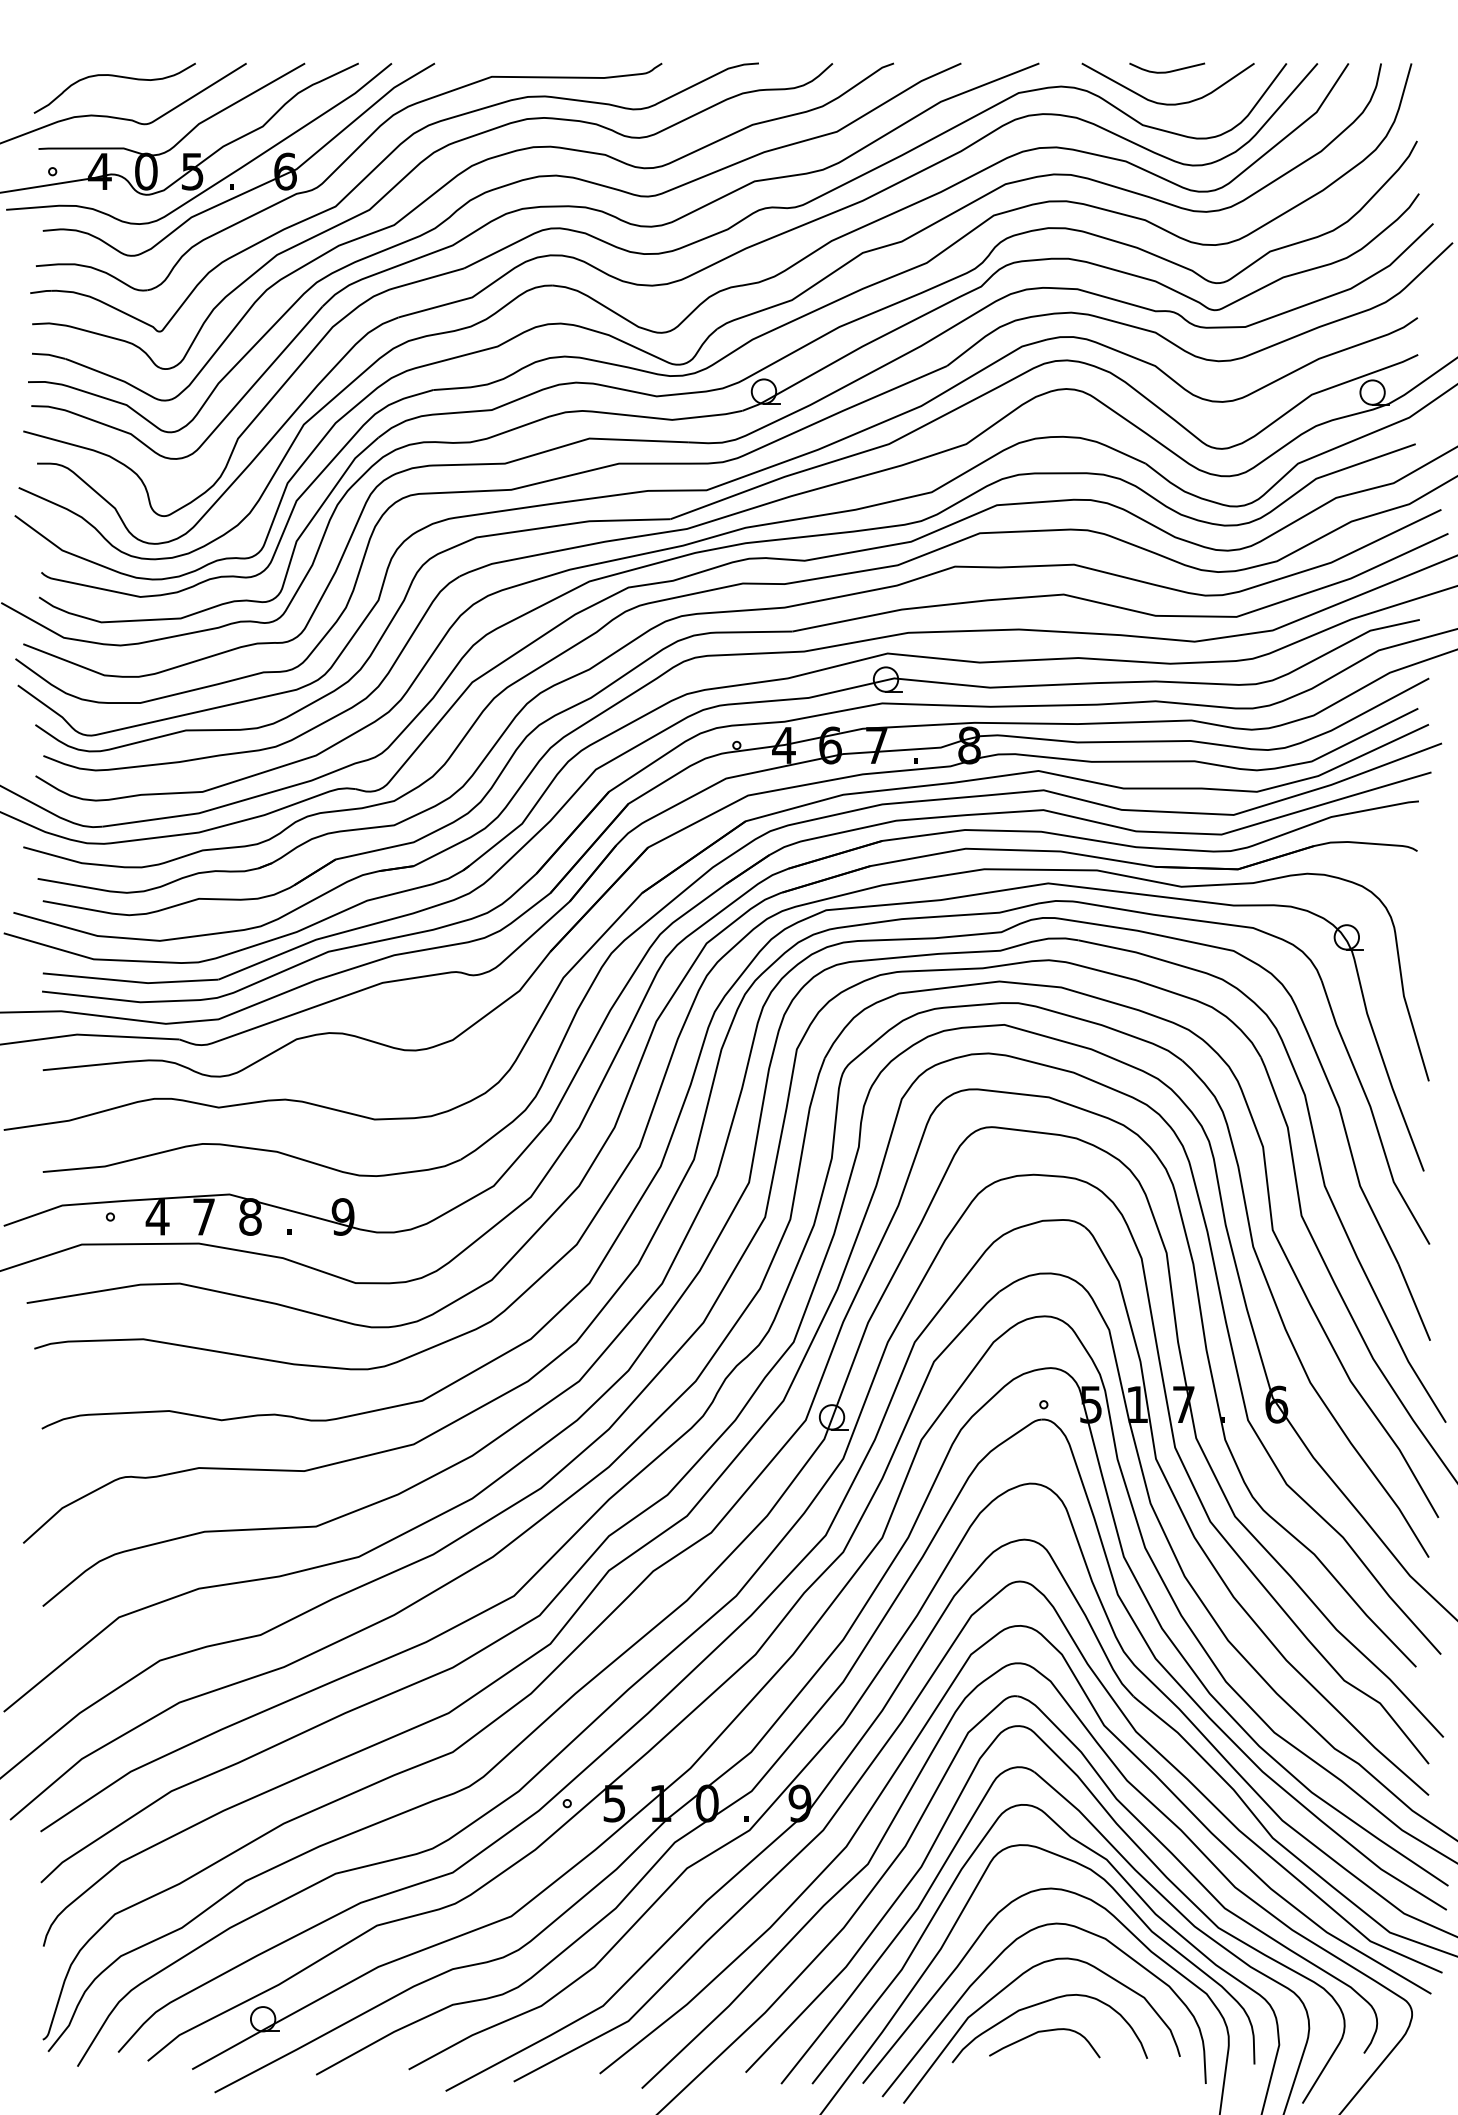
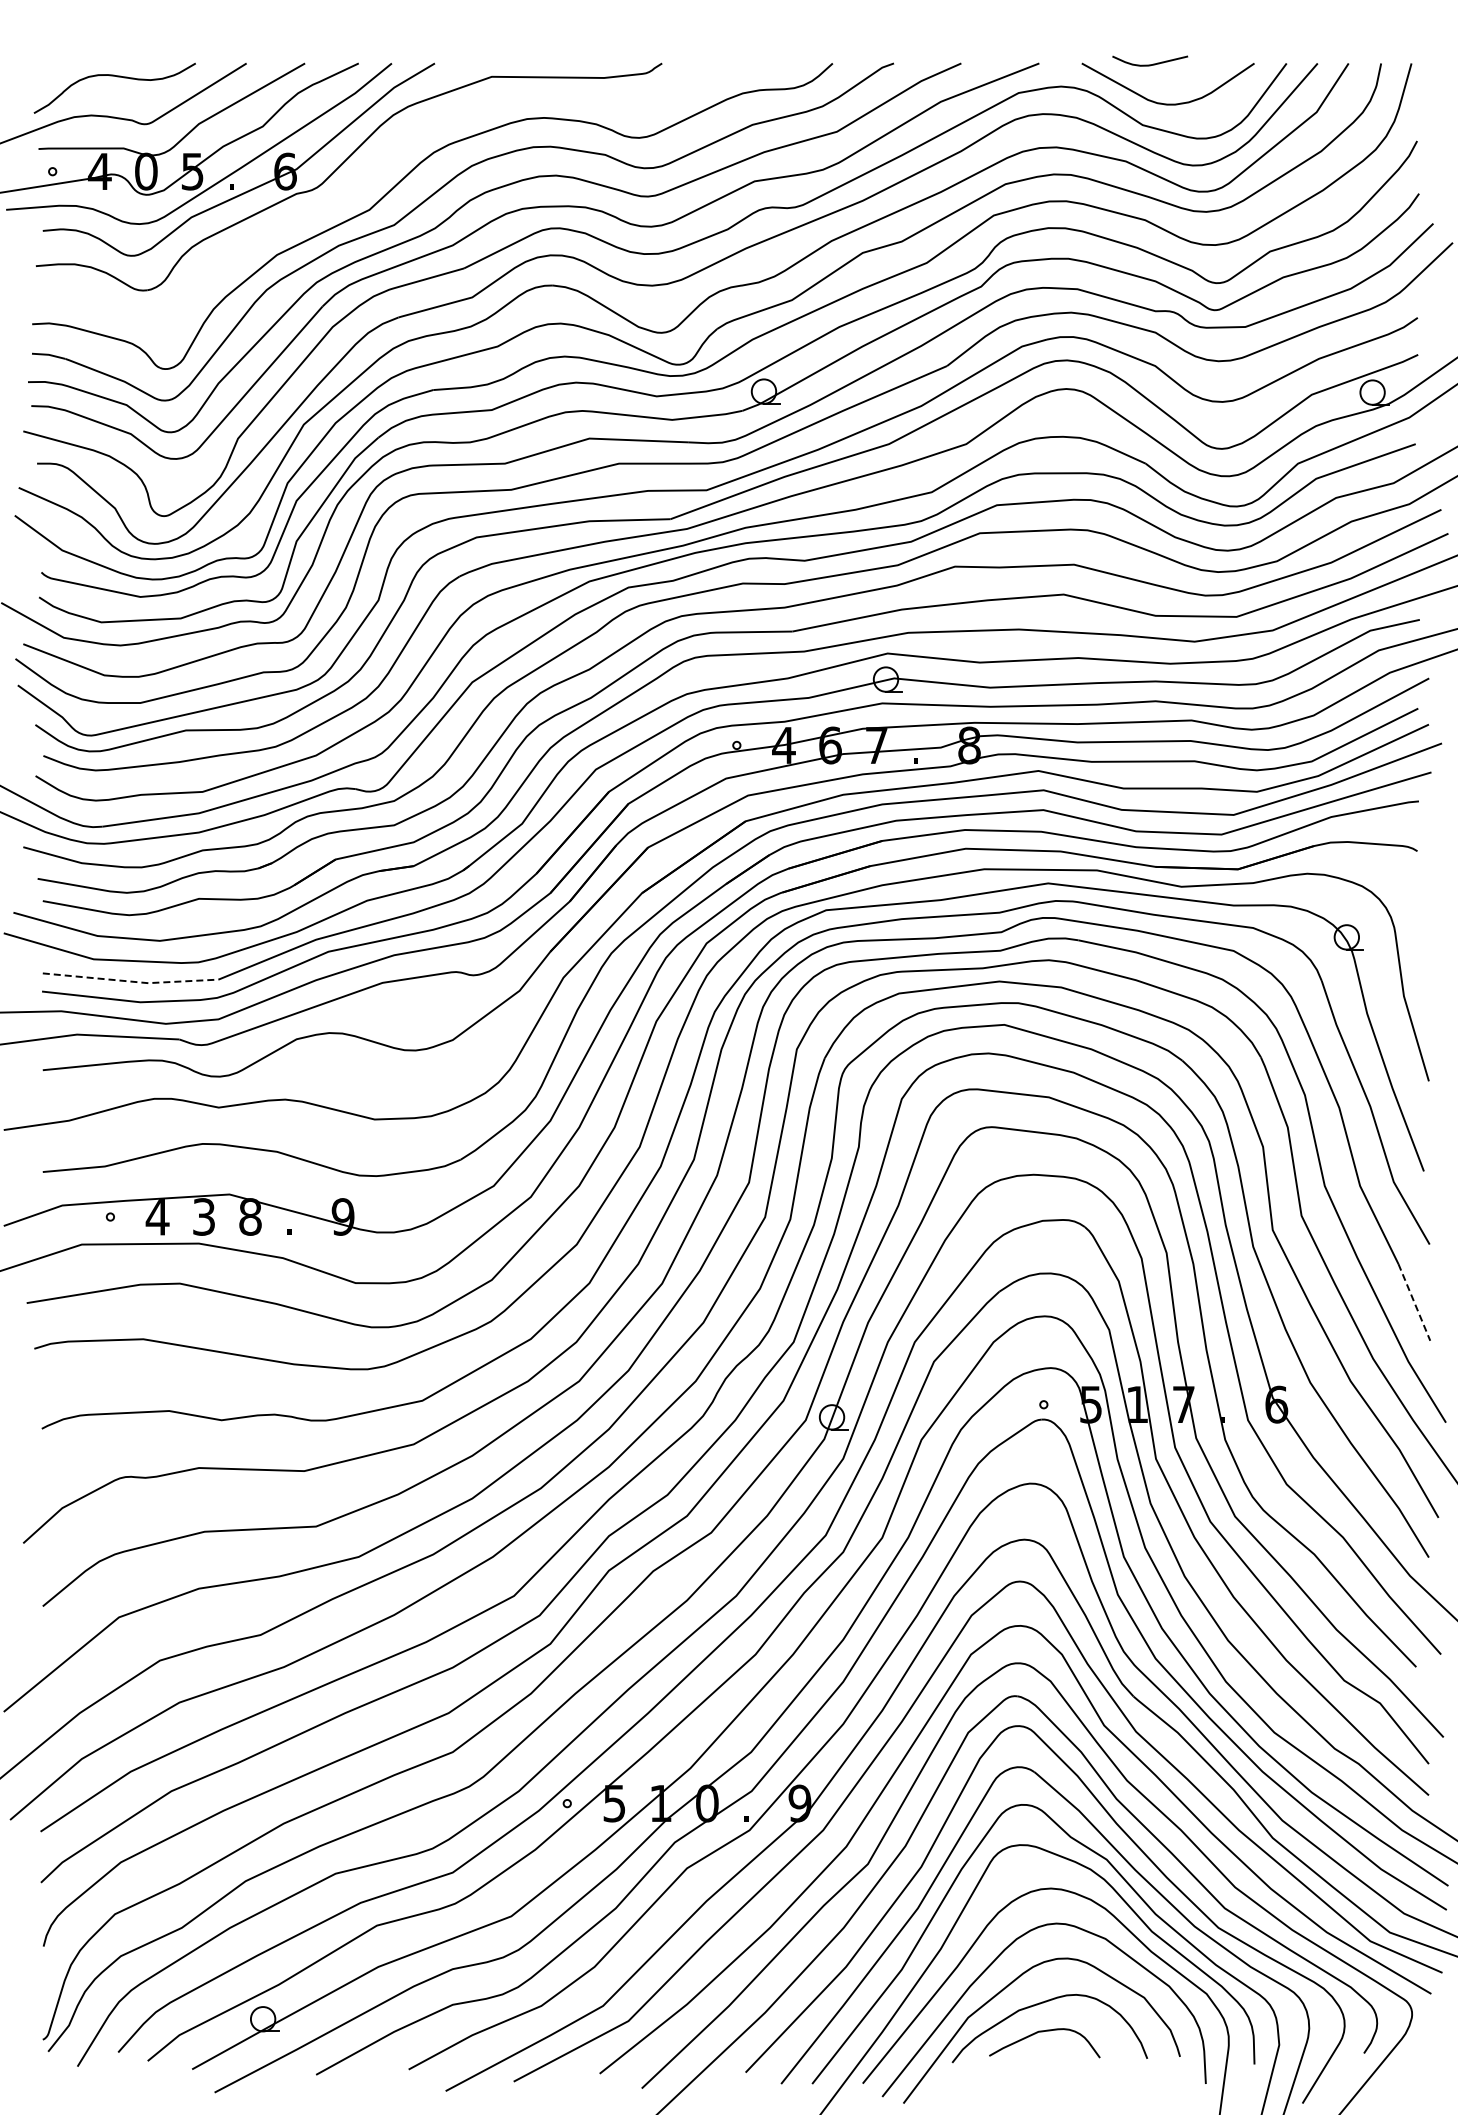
curve at (1167, 71) position: (1167, 71) -> (1150, 64)
part at (371, 173): present -> none
line at (131, 981): solid -> dashed
text at (203, 1216): 7 -> 3
line at (1414, 1302): solid -> dashed
